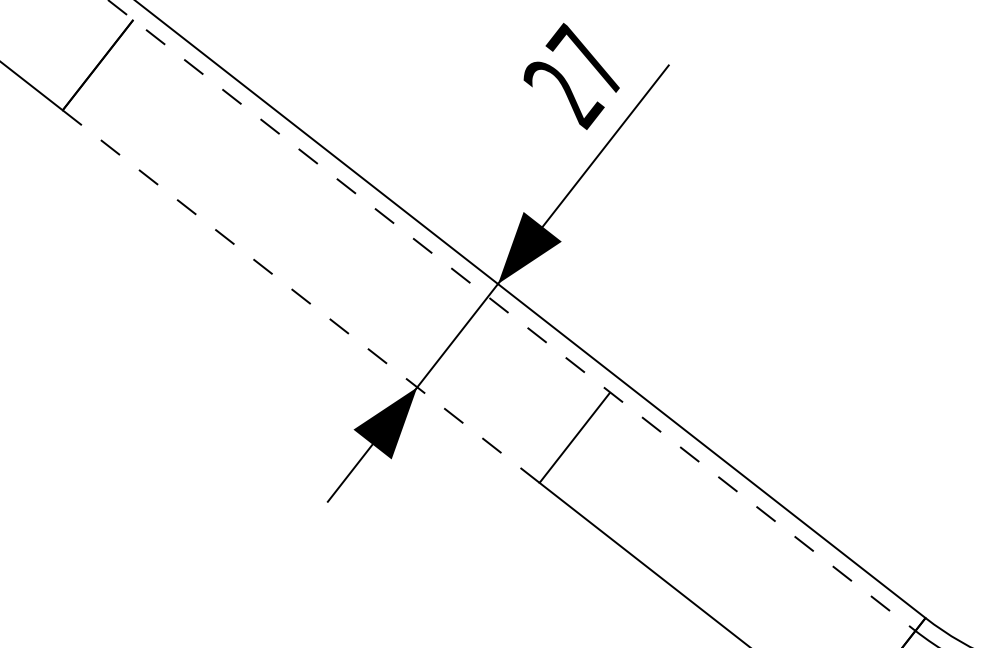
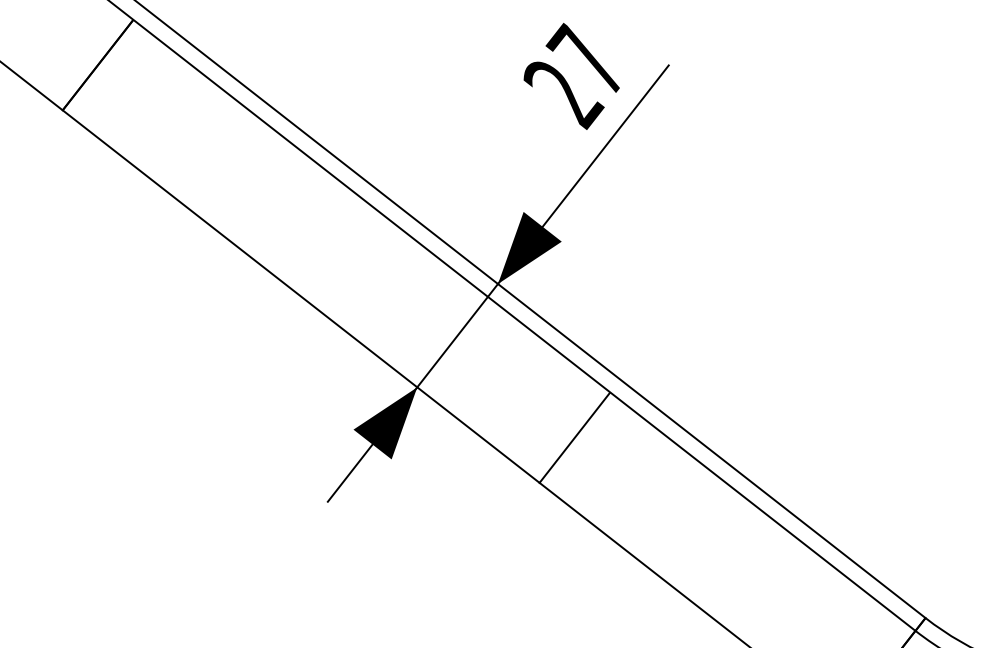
line at (301, 296): dashed -> solid
line at (512, 315): dashed -> solid
